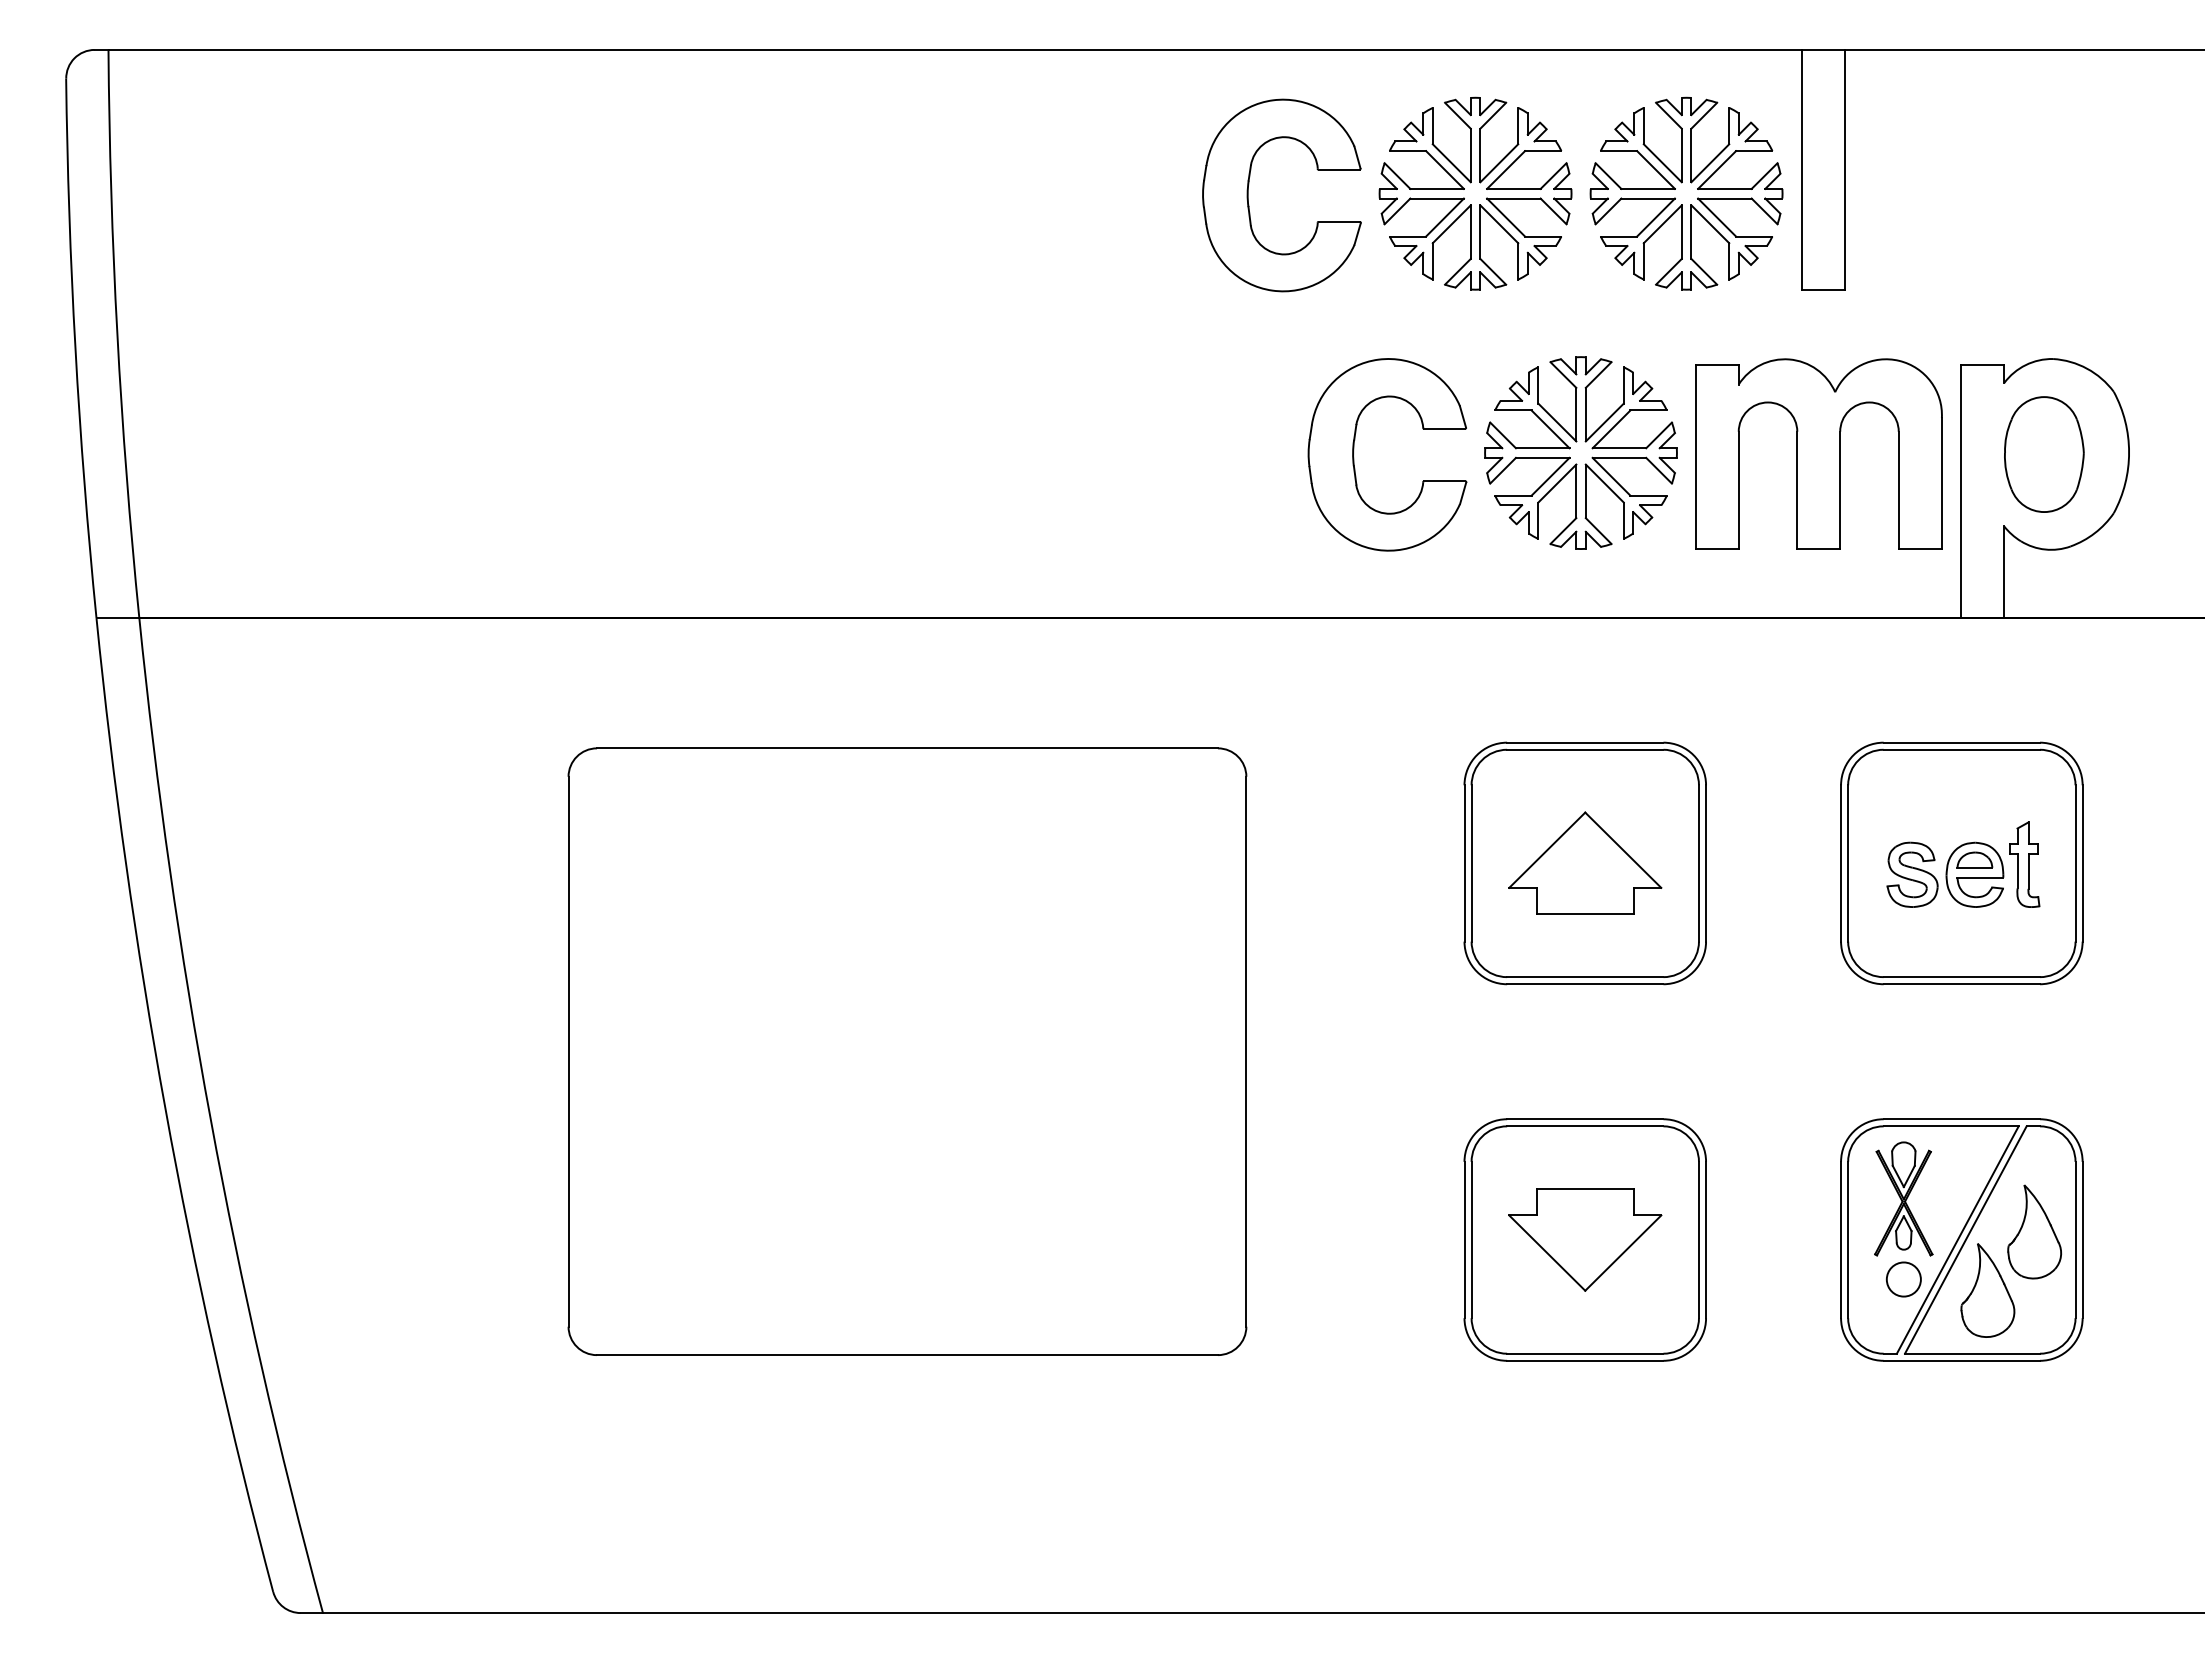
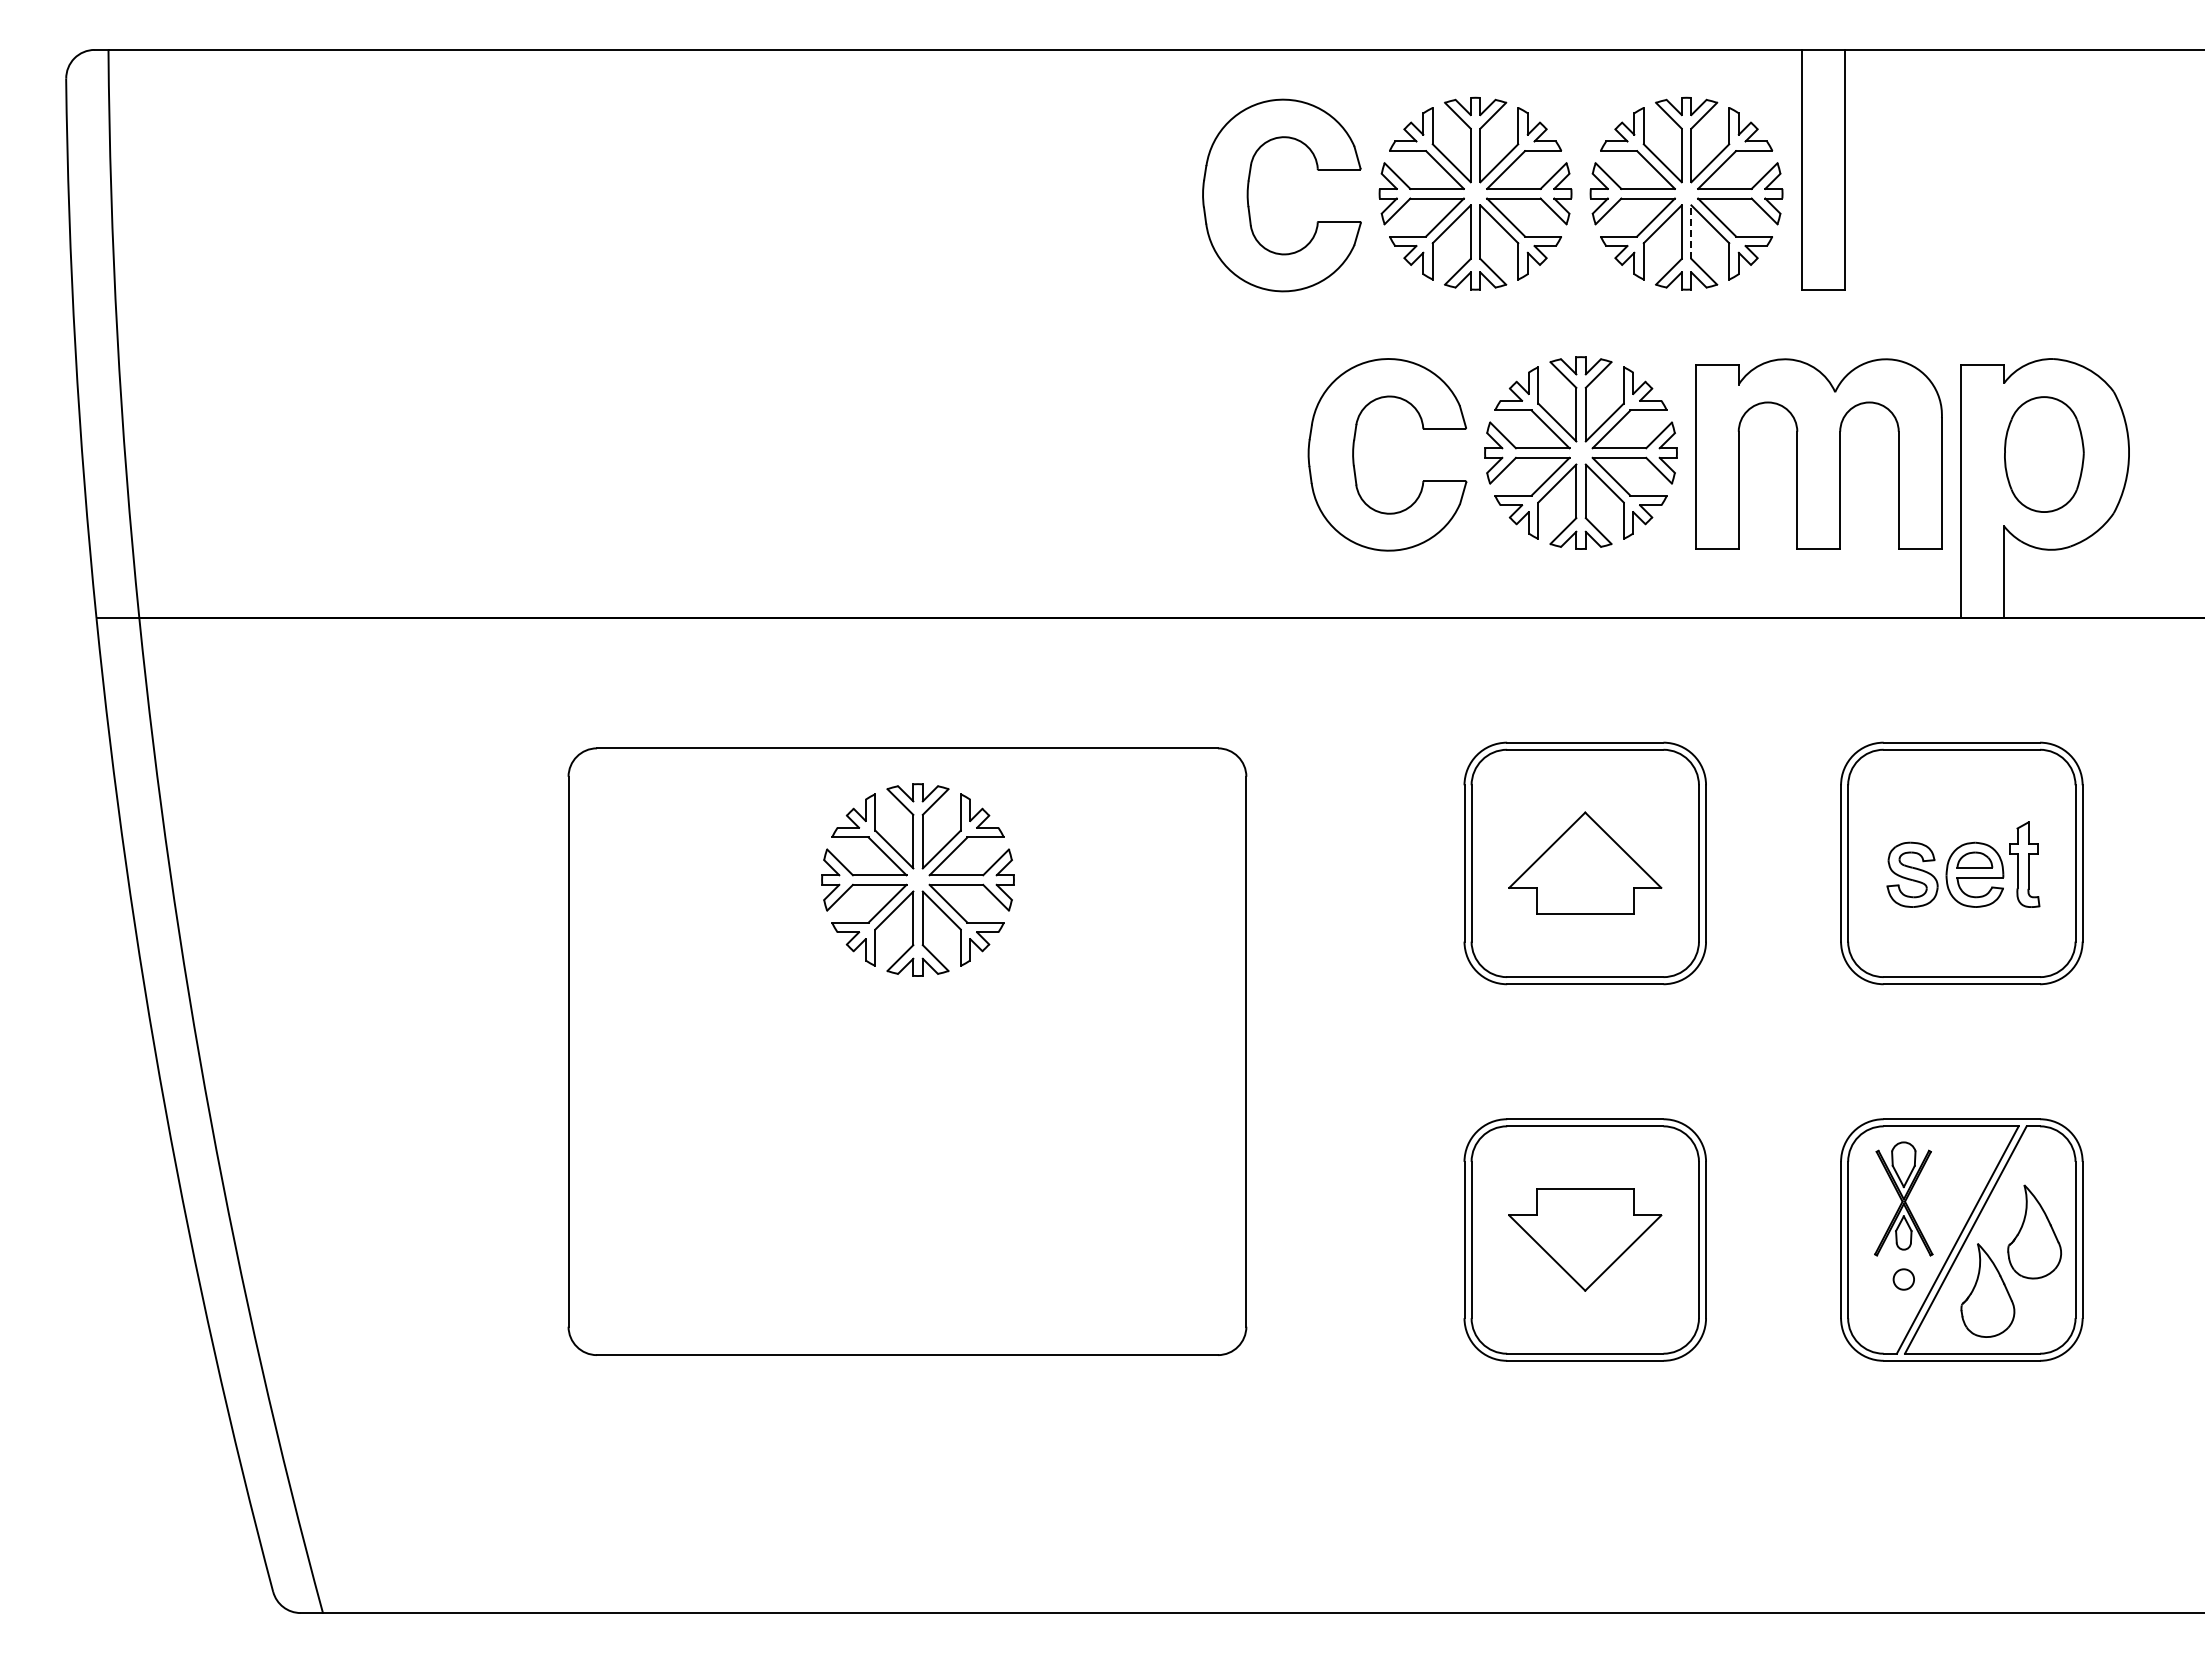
line at (1691, 232): solid -> dashed
part at (917, 879): none -> present
circle at (1903, 1279) diameter: 34 px -> 20 px
